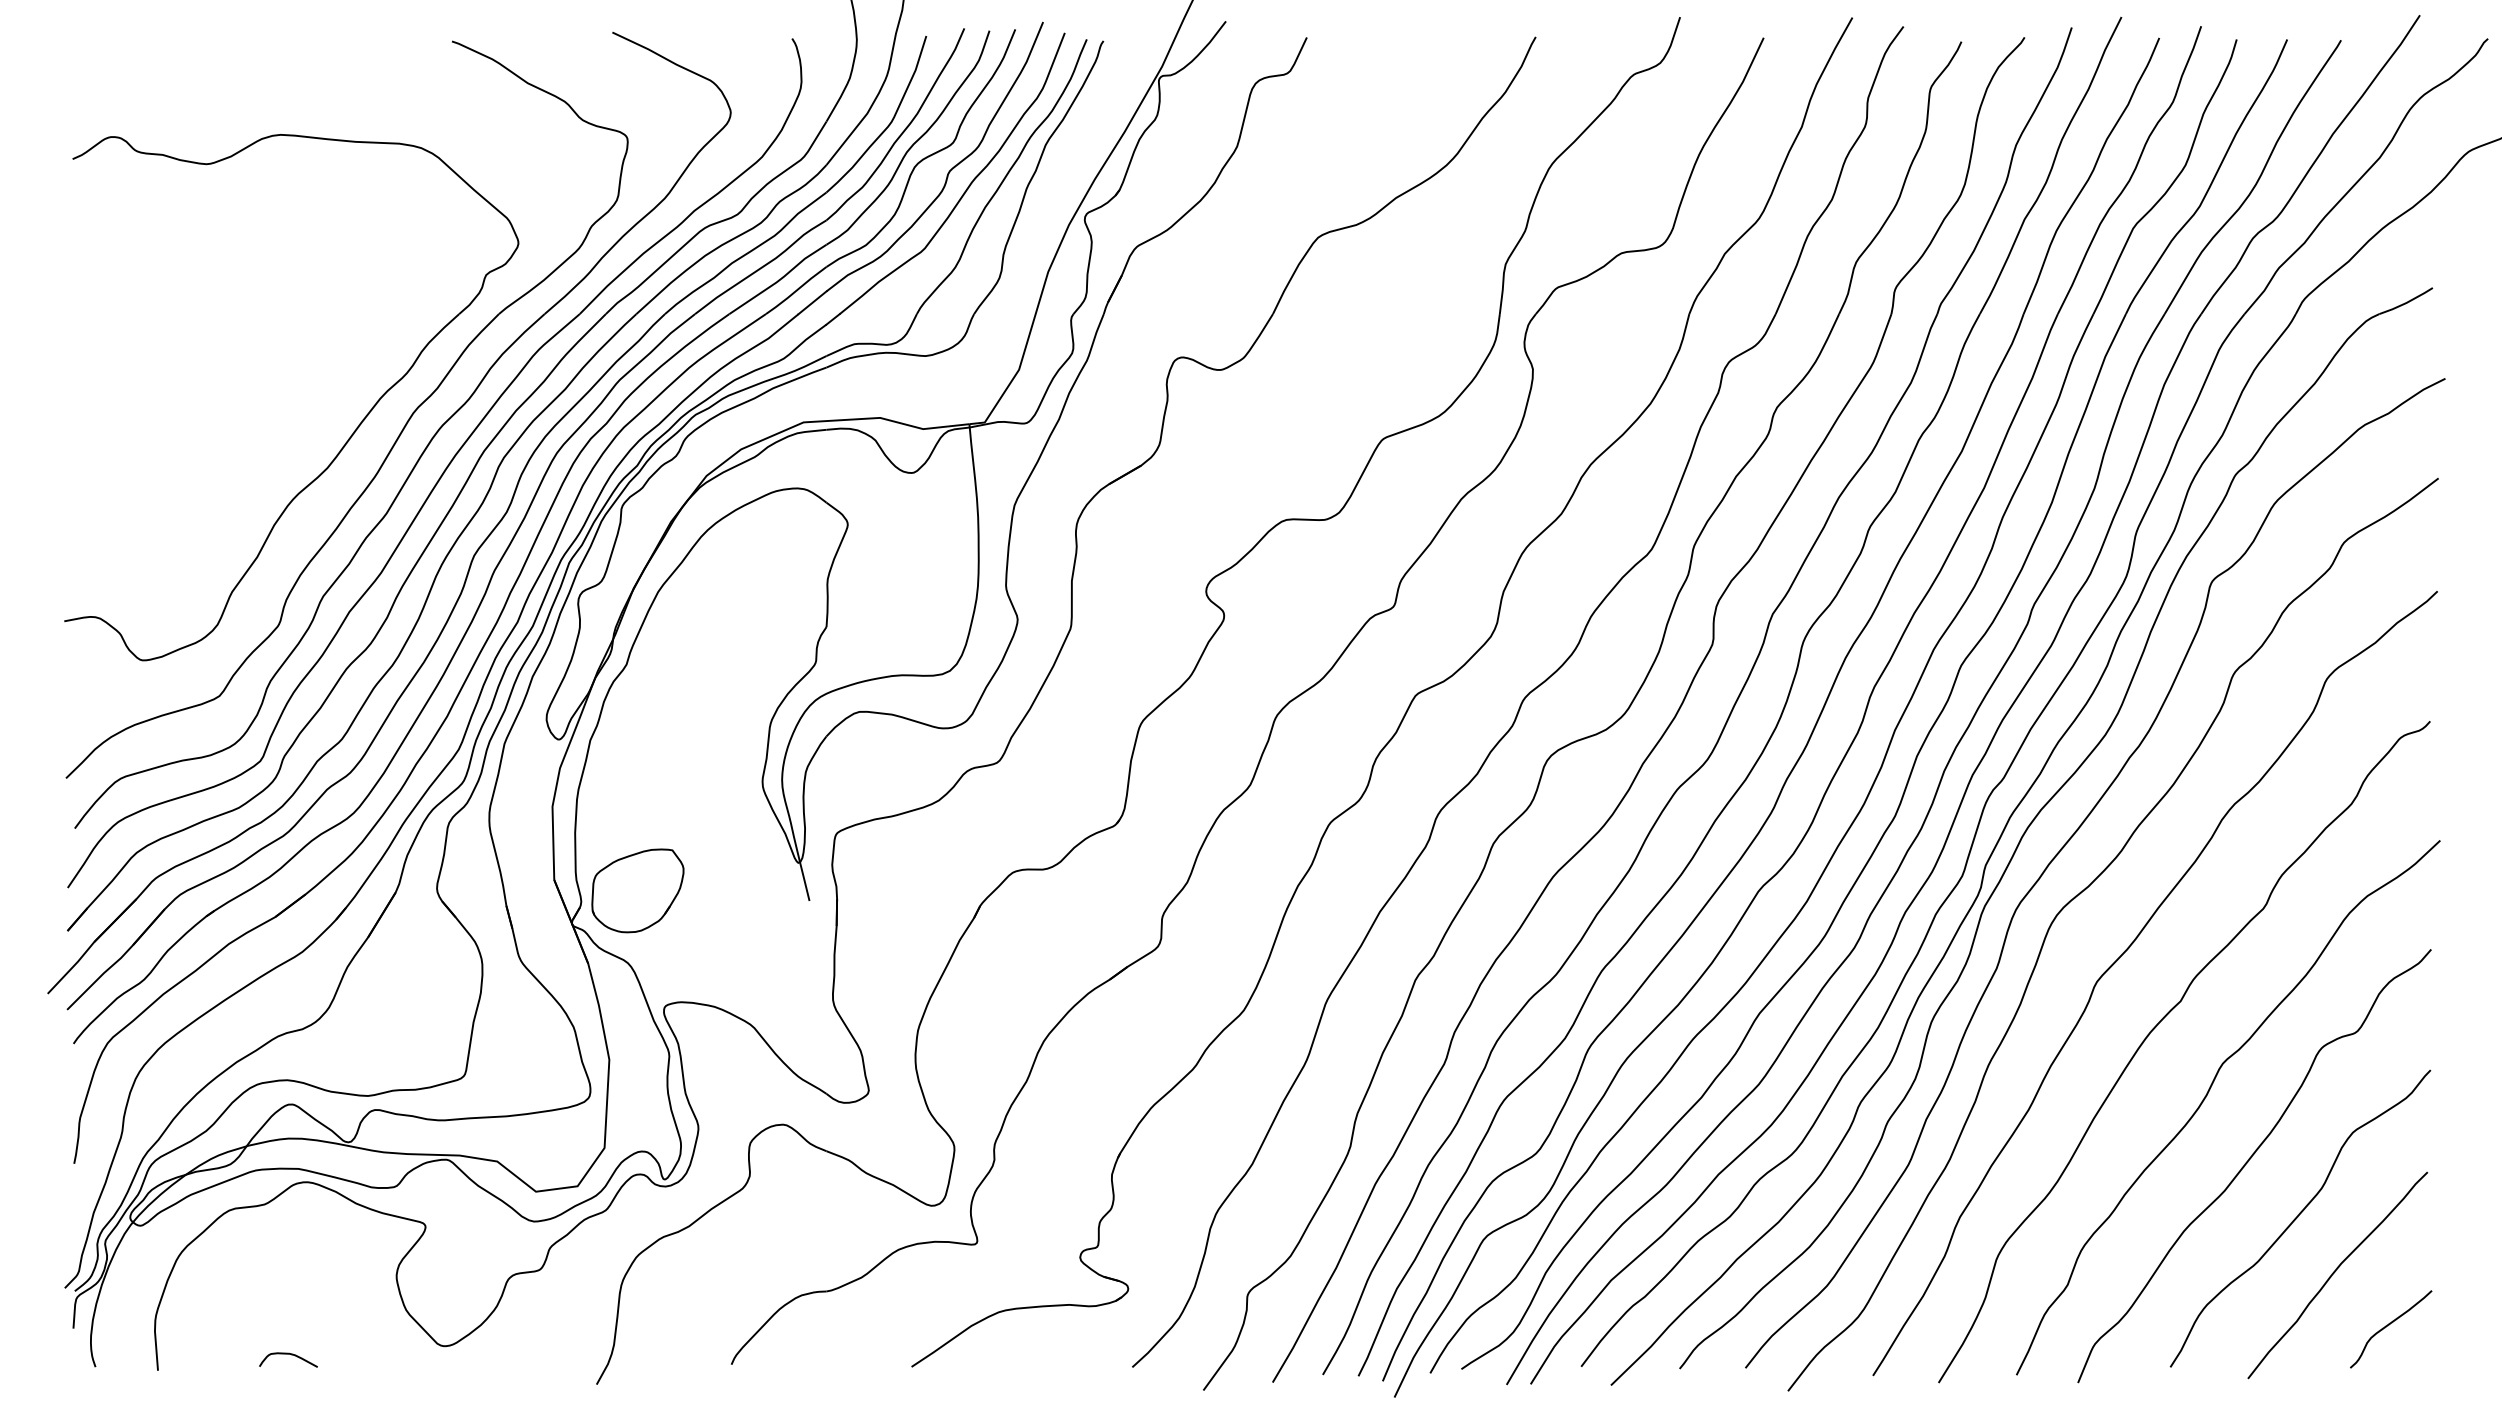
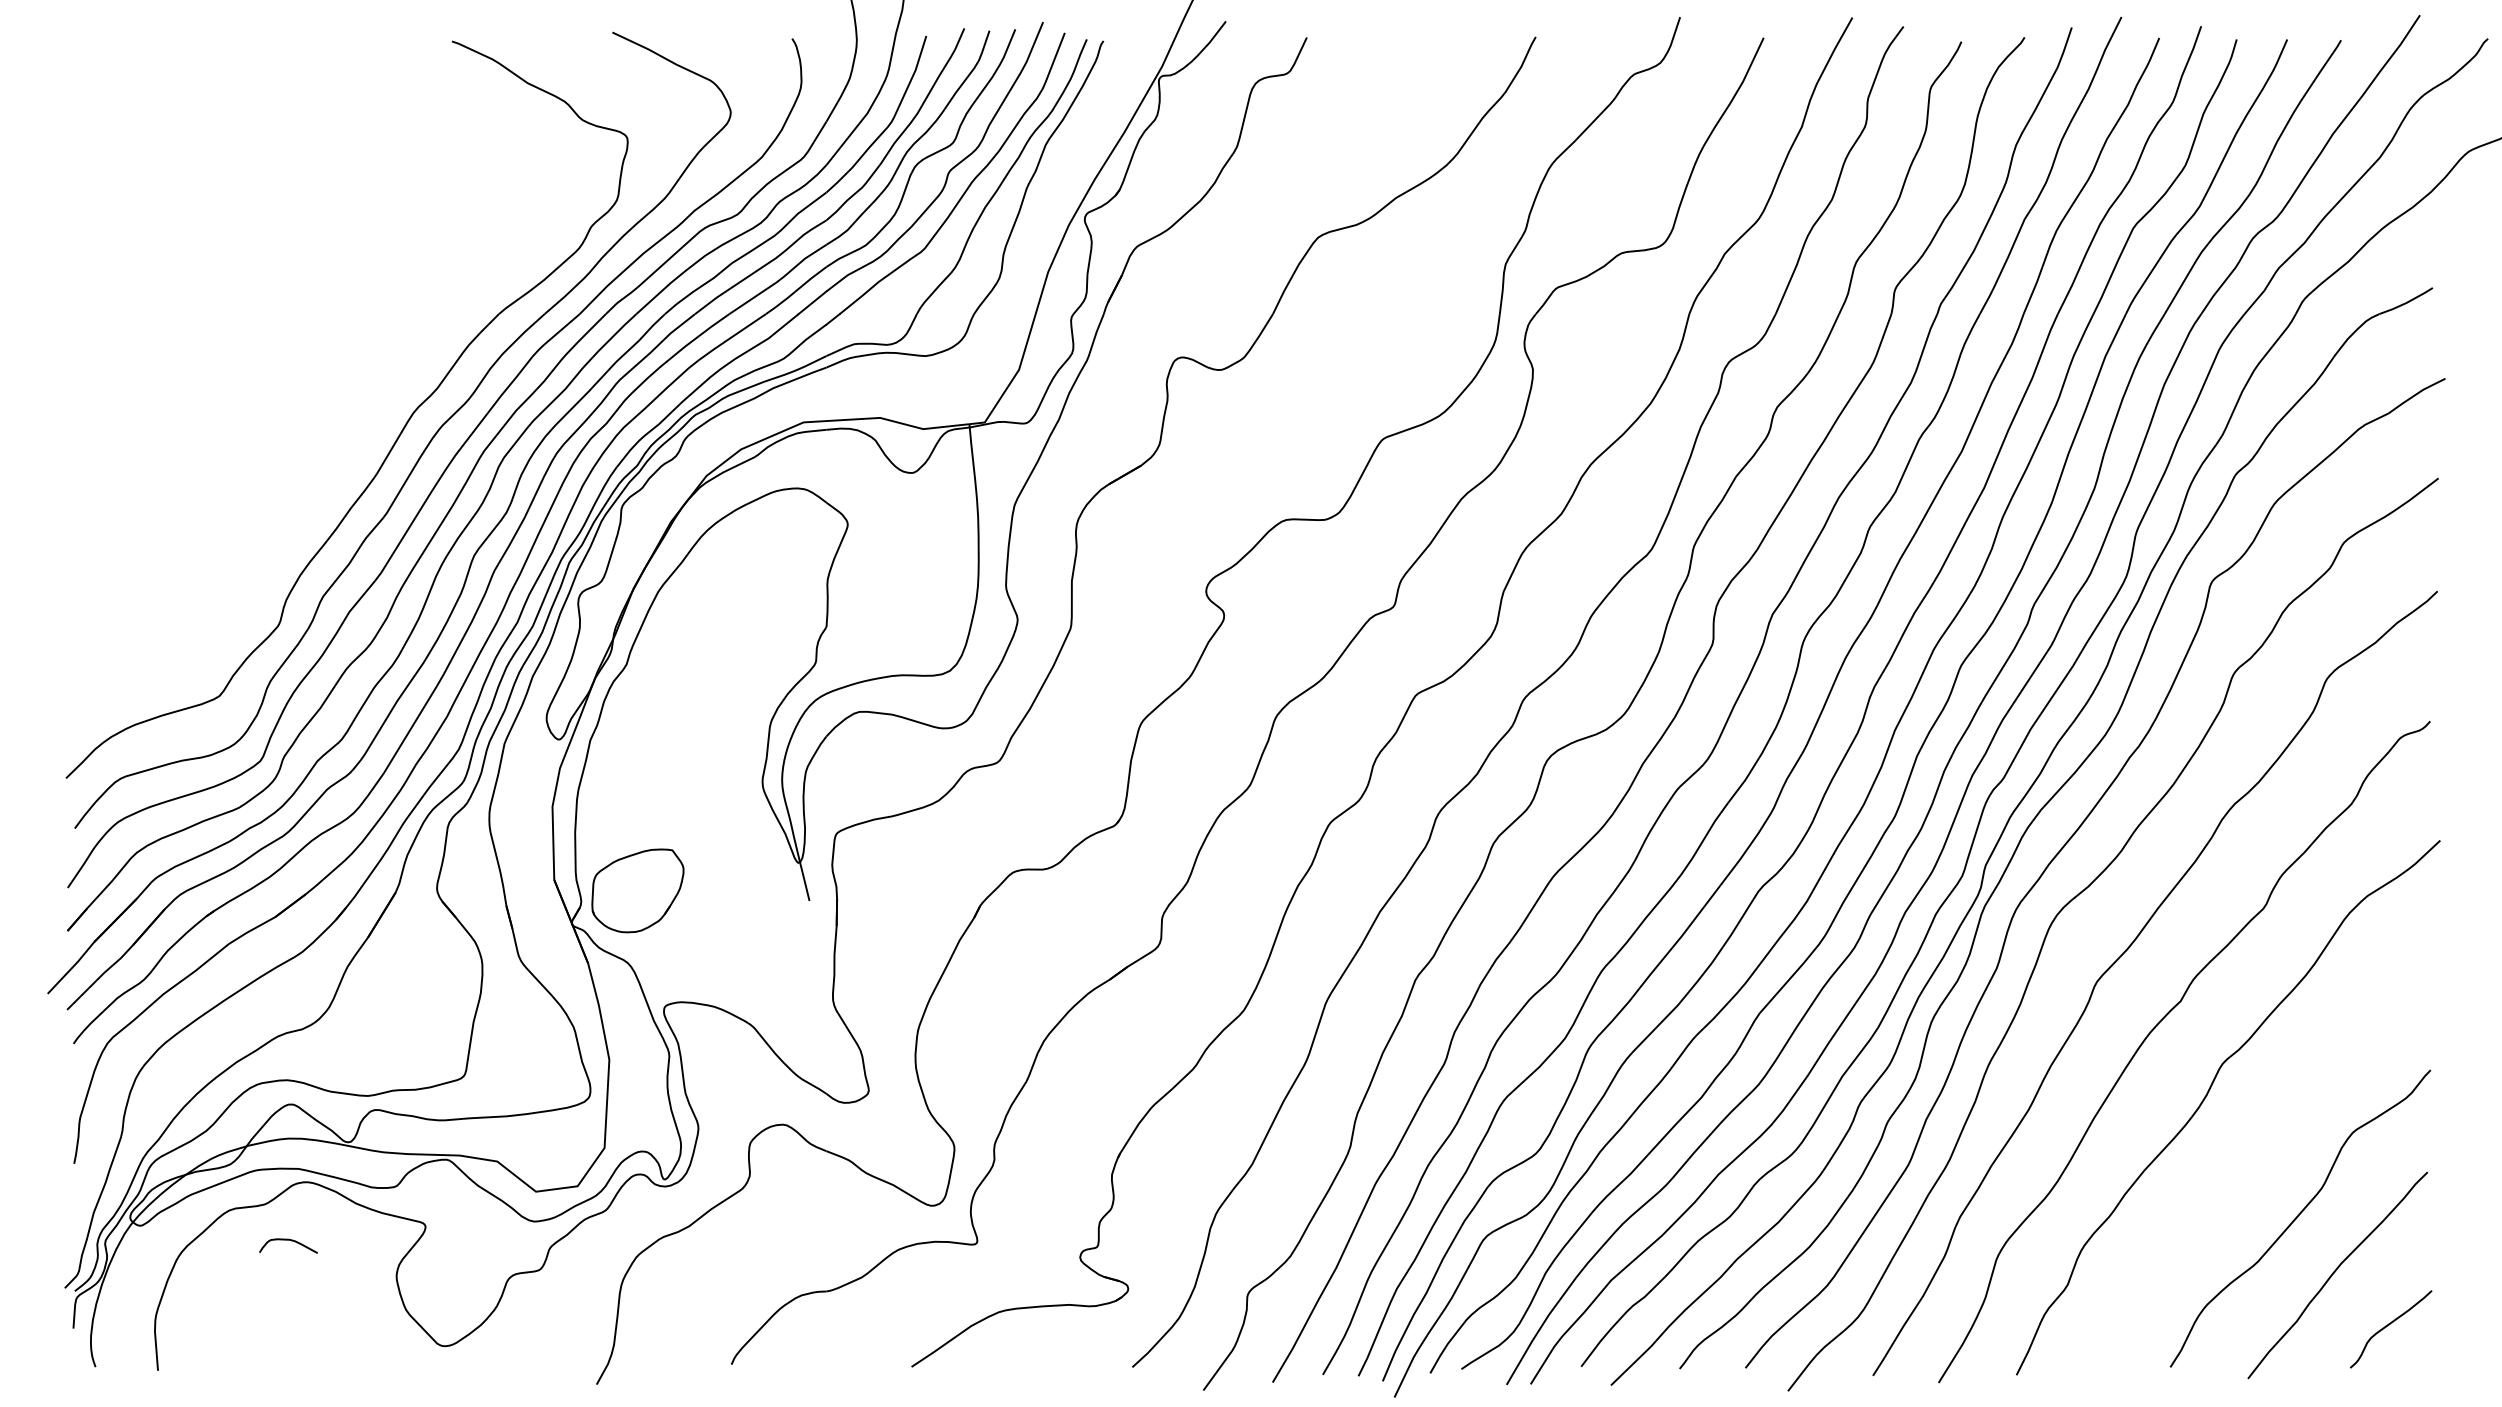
part at (350, 435): present -> none
curve at (2248, 1162): present -> none
curve at (288, 1354) position: (288, 1354) -> (288, 1240)
